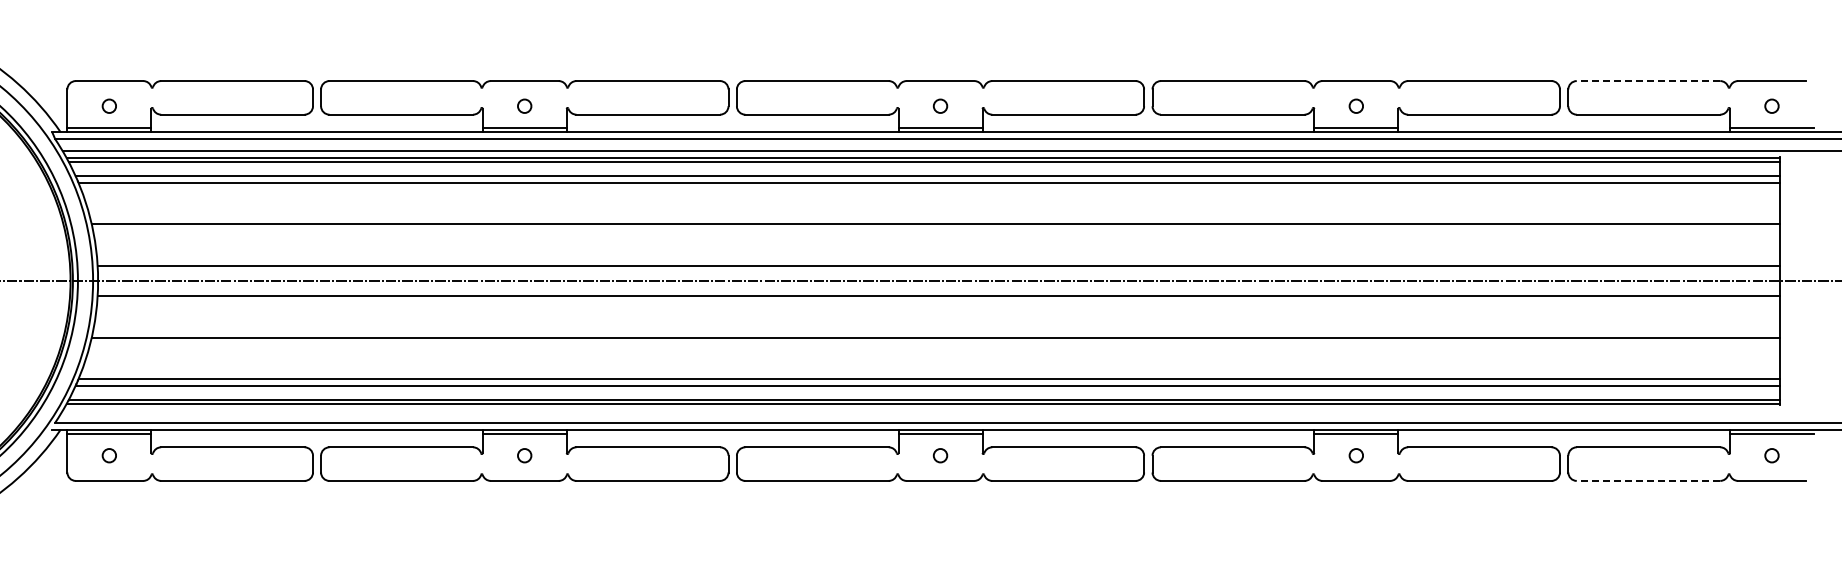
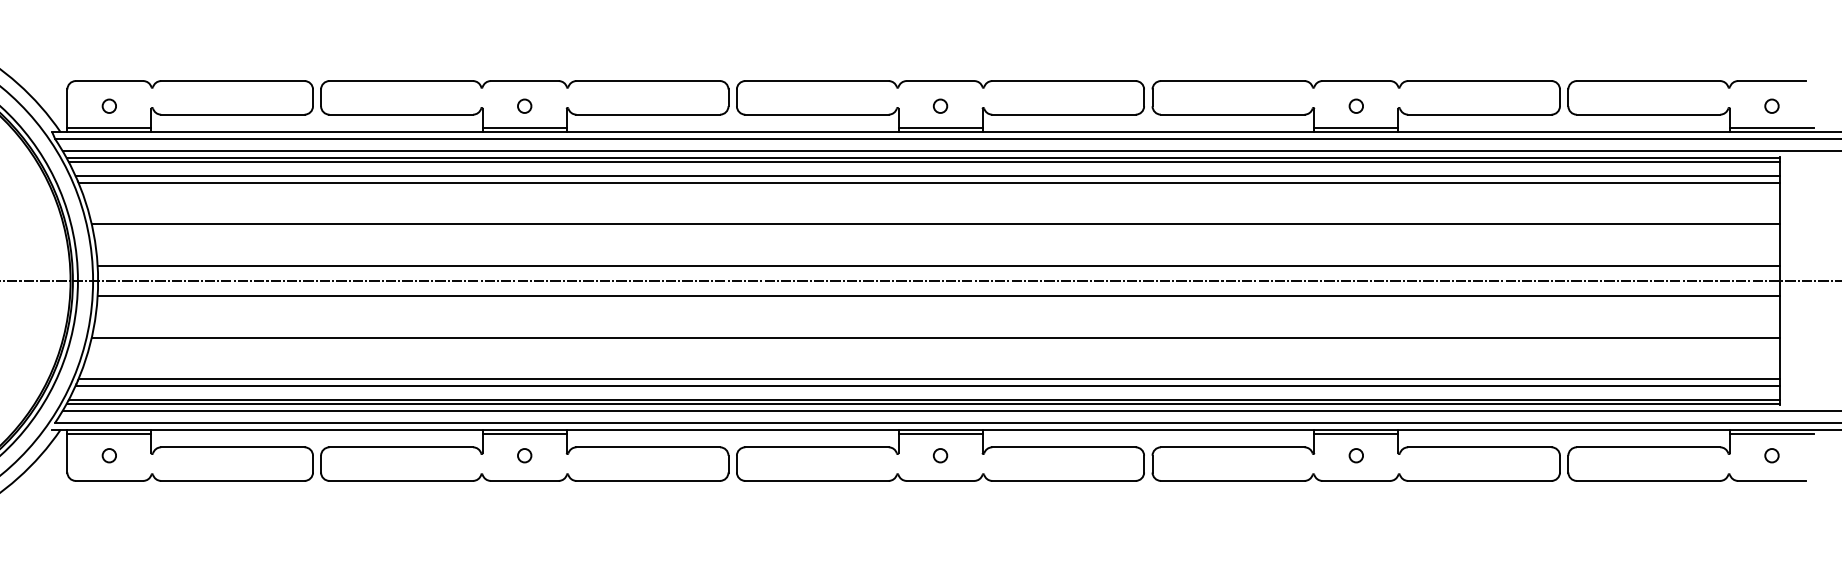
line at (1648, 81): dashed -> solid
line at (950, 411): none -> present
line at (1648, 480): dashed -> solid
